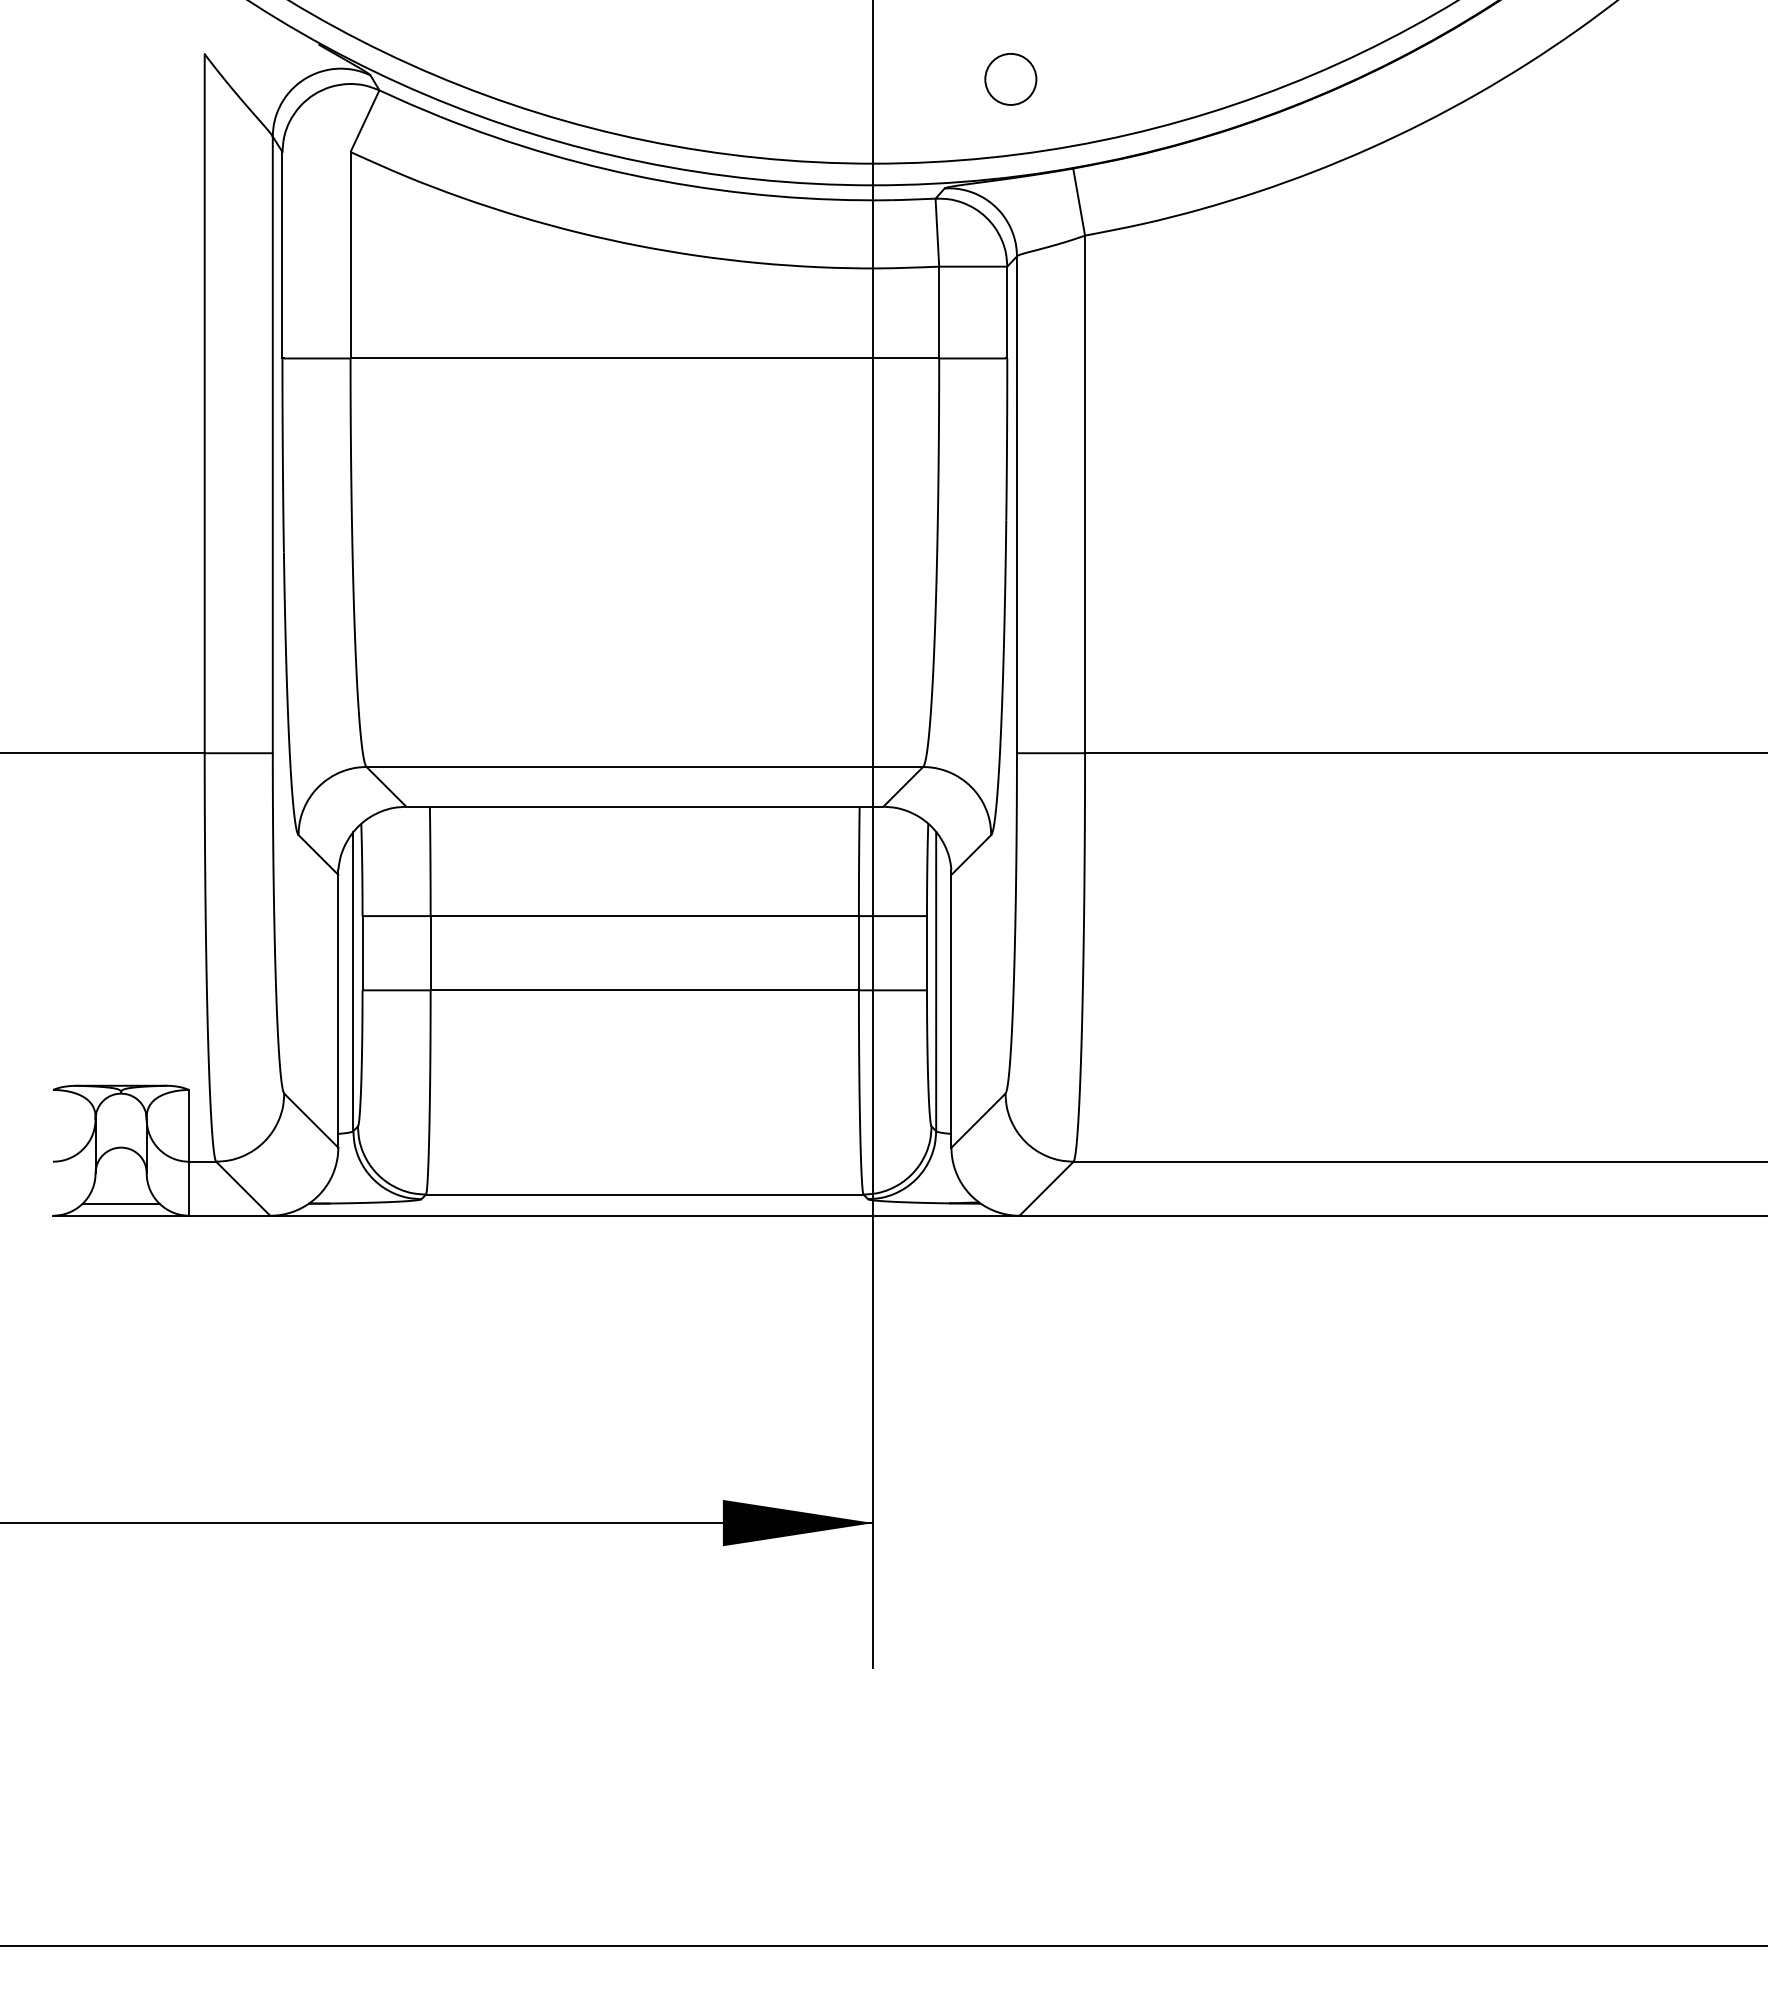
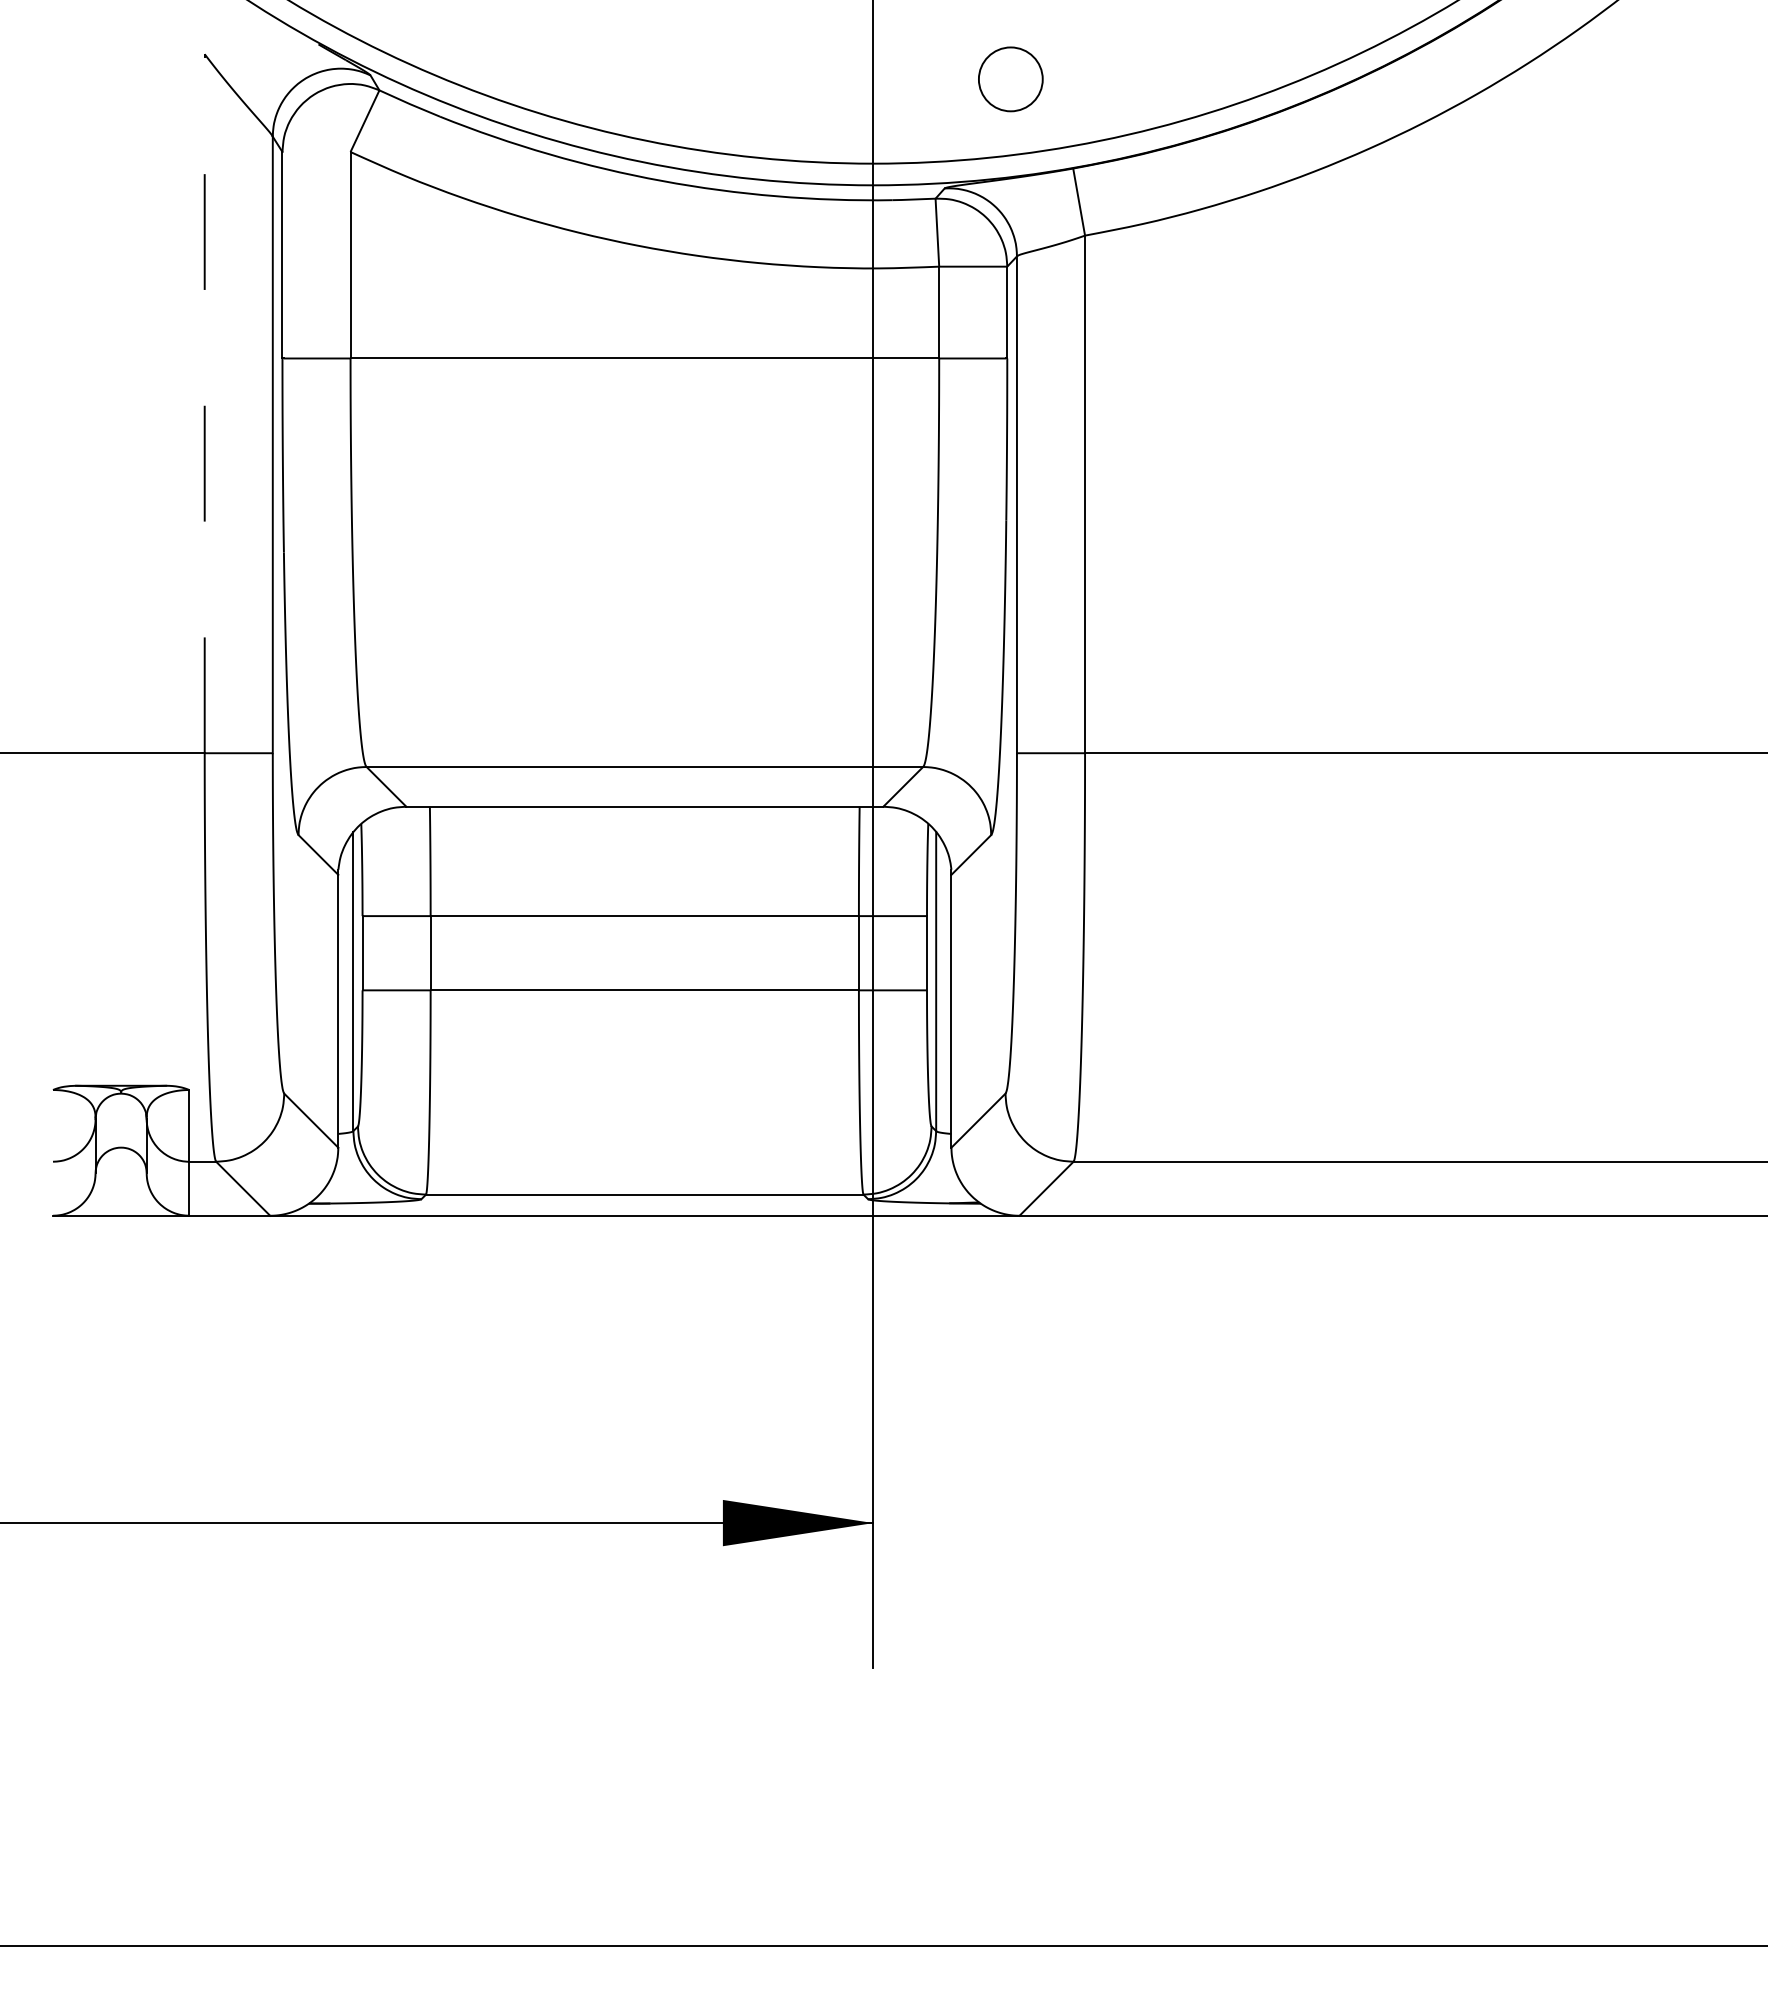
circle at (1010, 79) size: 54x53 px -> 66x67 px
line at (204, 403): solid -> dashed
line at (120, 1203): present -> none
